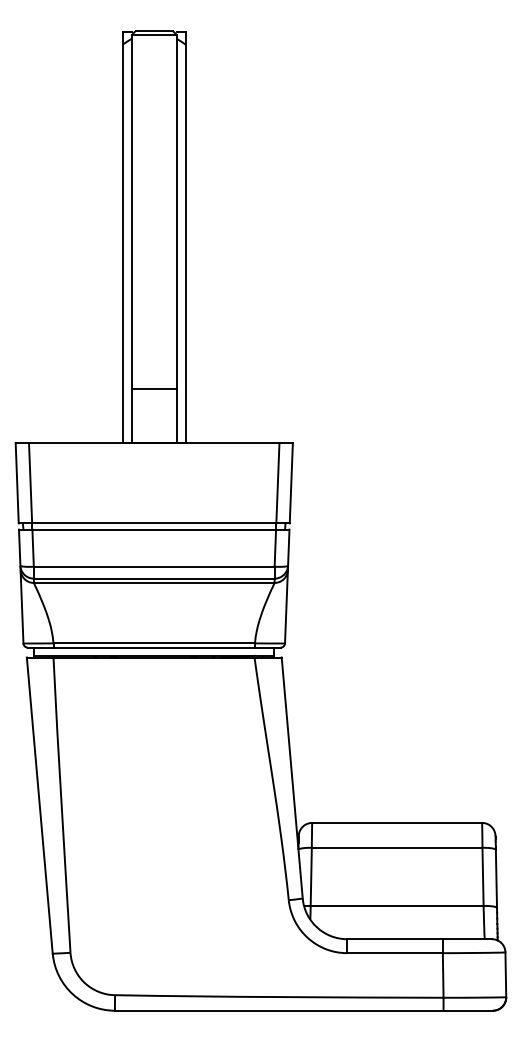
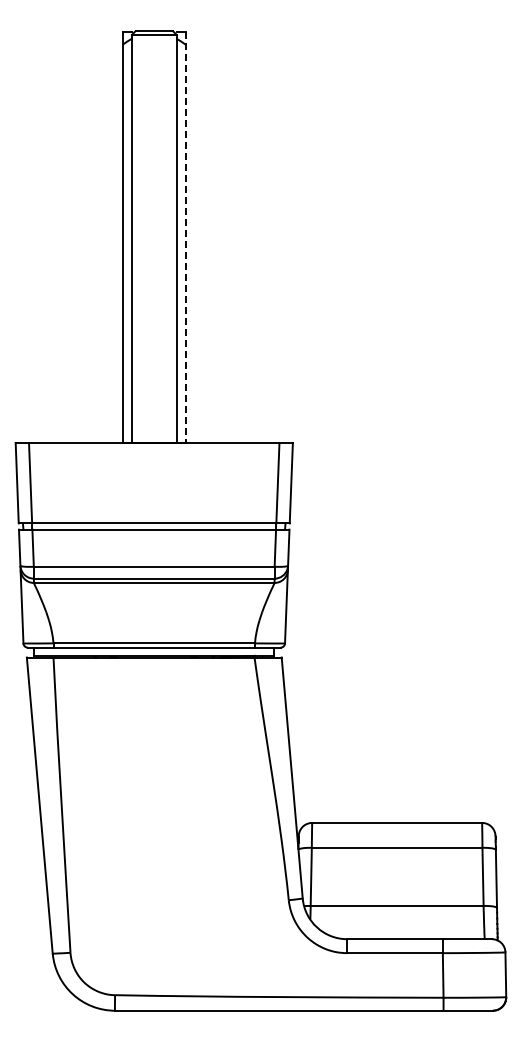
line at (185, 237): solid -> dashed
line at (153, 388): present -> none
